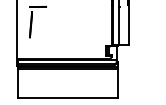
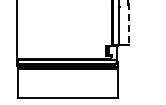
part at (37, 21): present -> none
line at (129, 23): solid -> dashed
